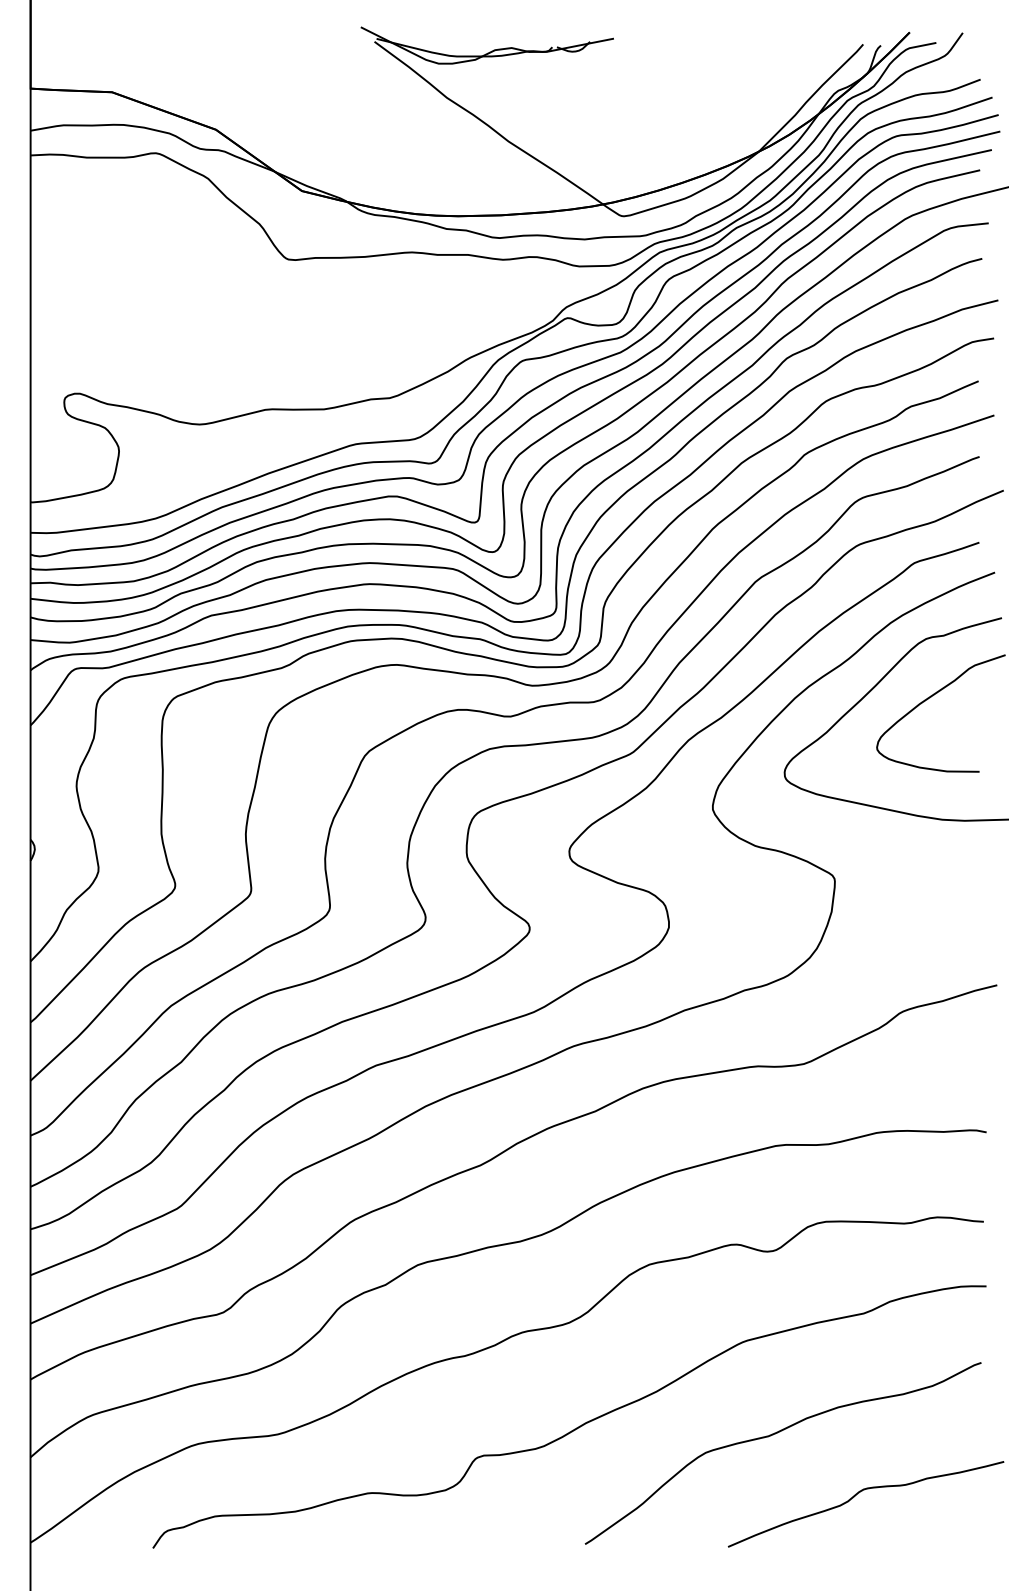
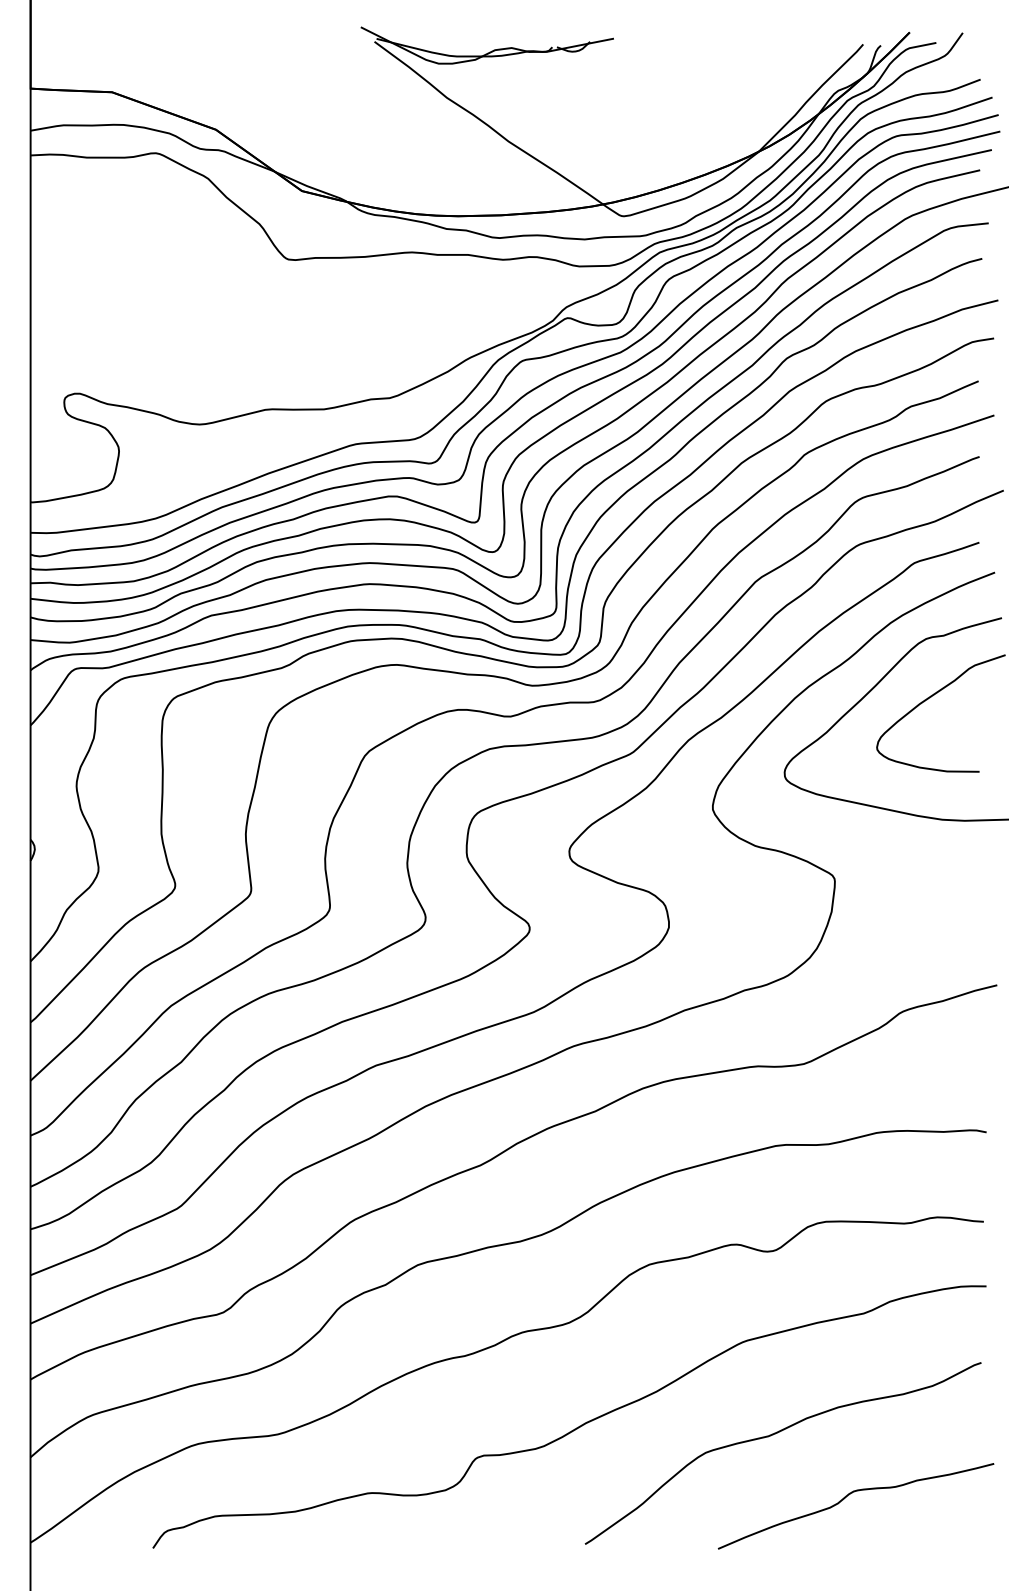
curve at (859, 1493) position: (859, 1493) -> (849, 1495)
